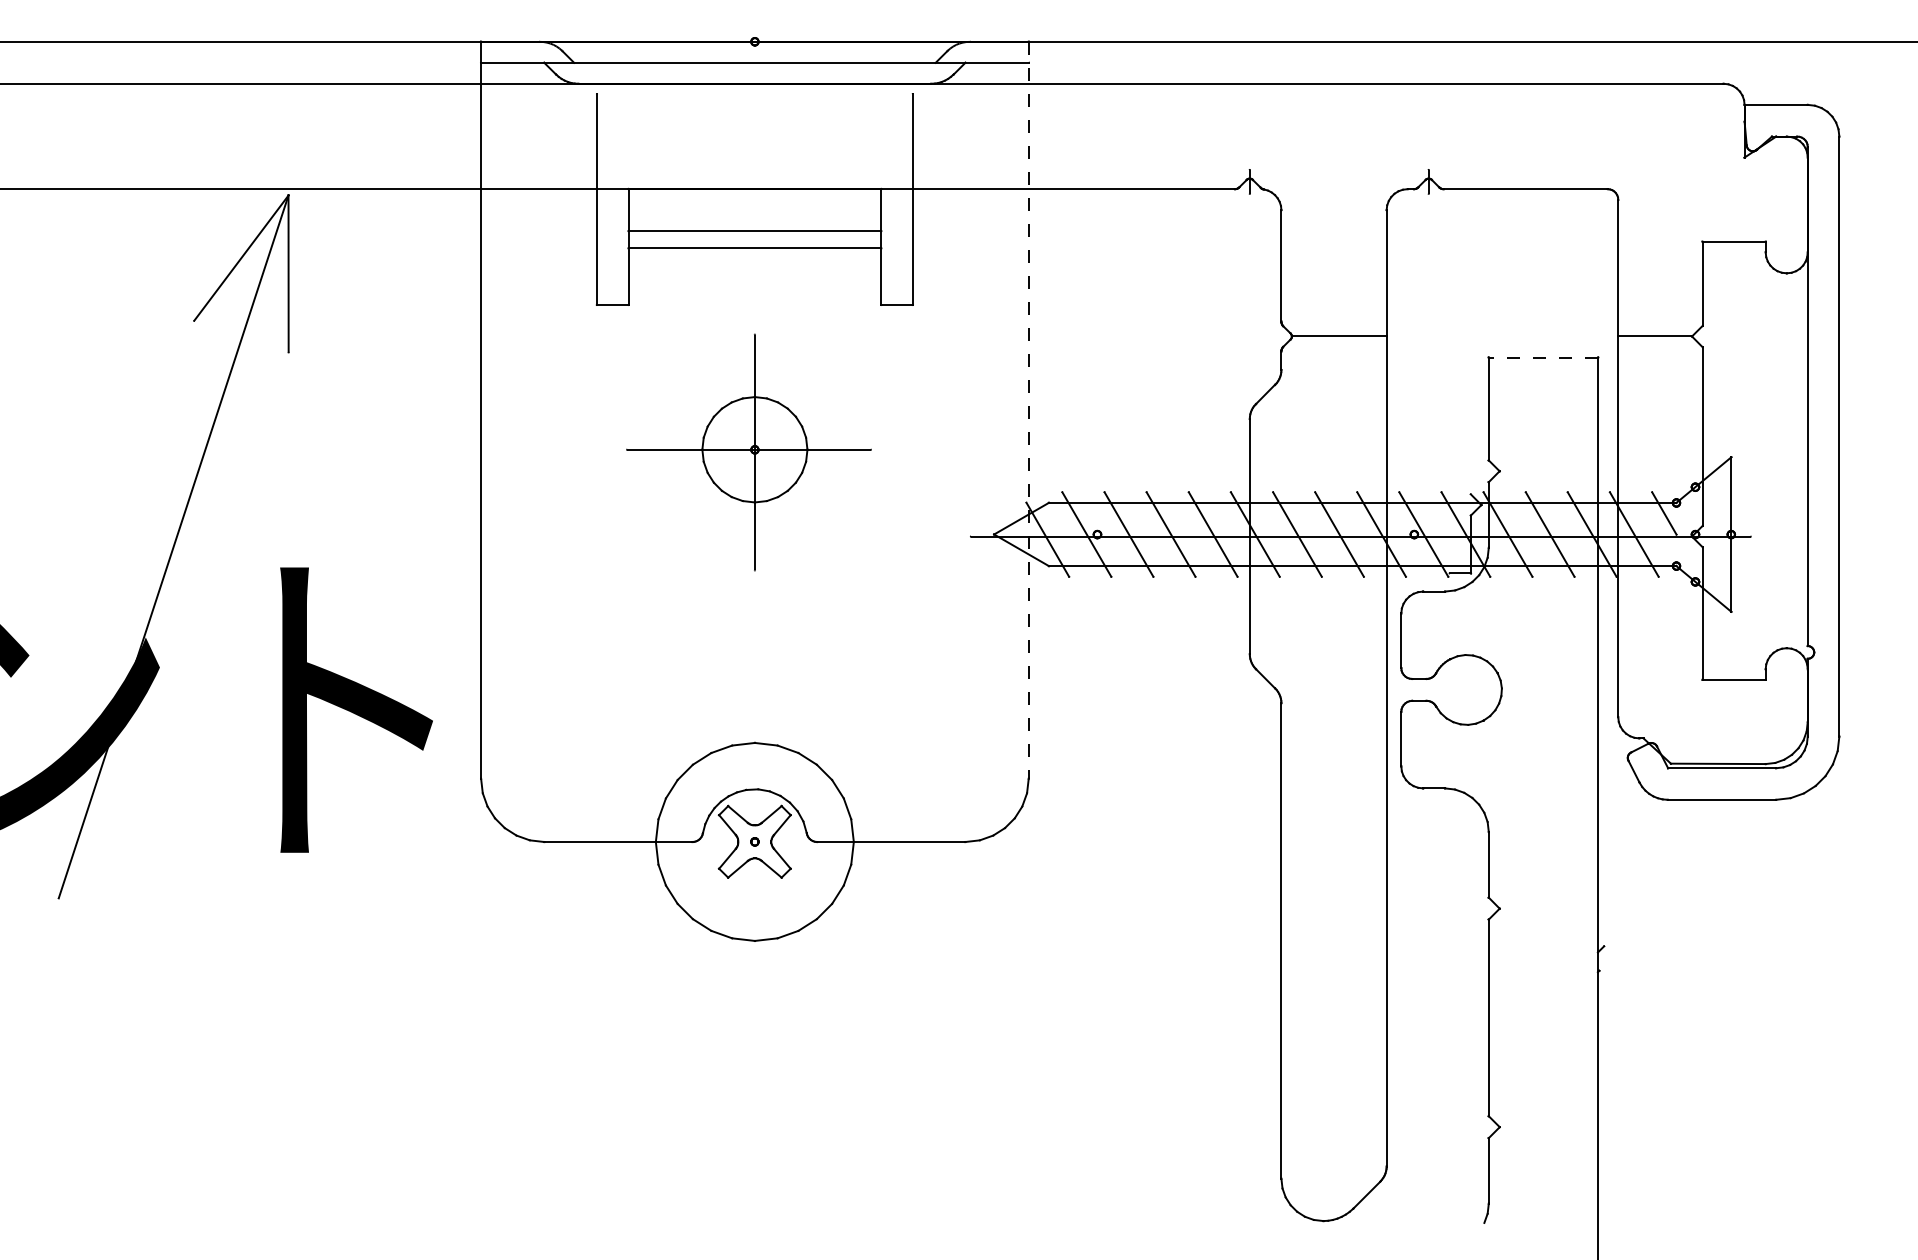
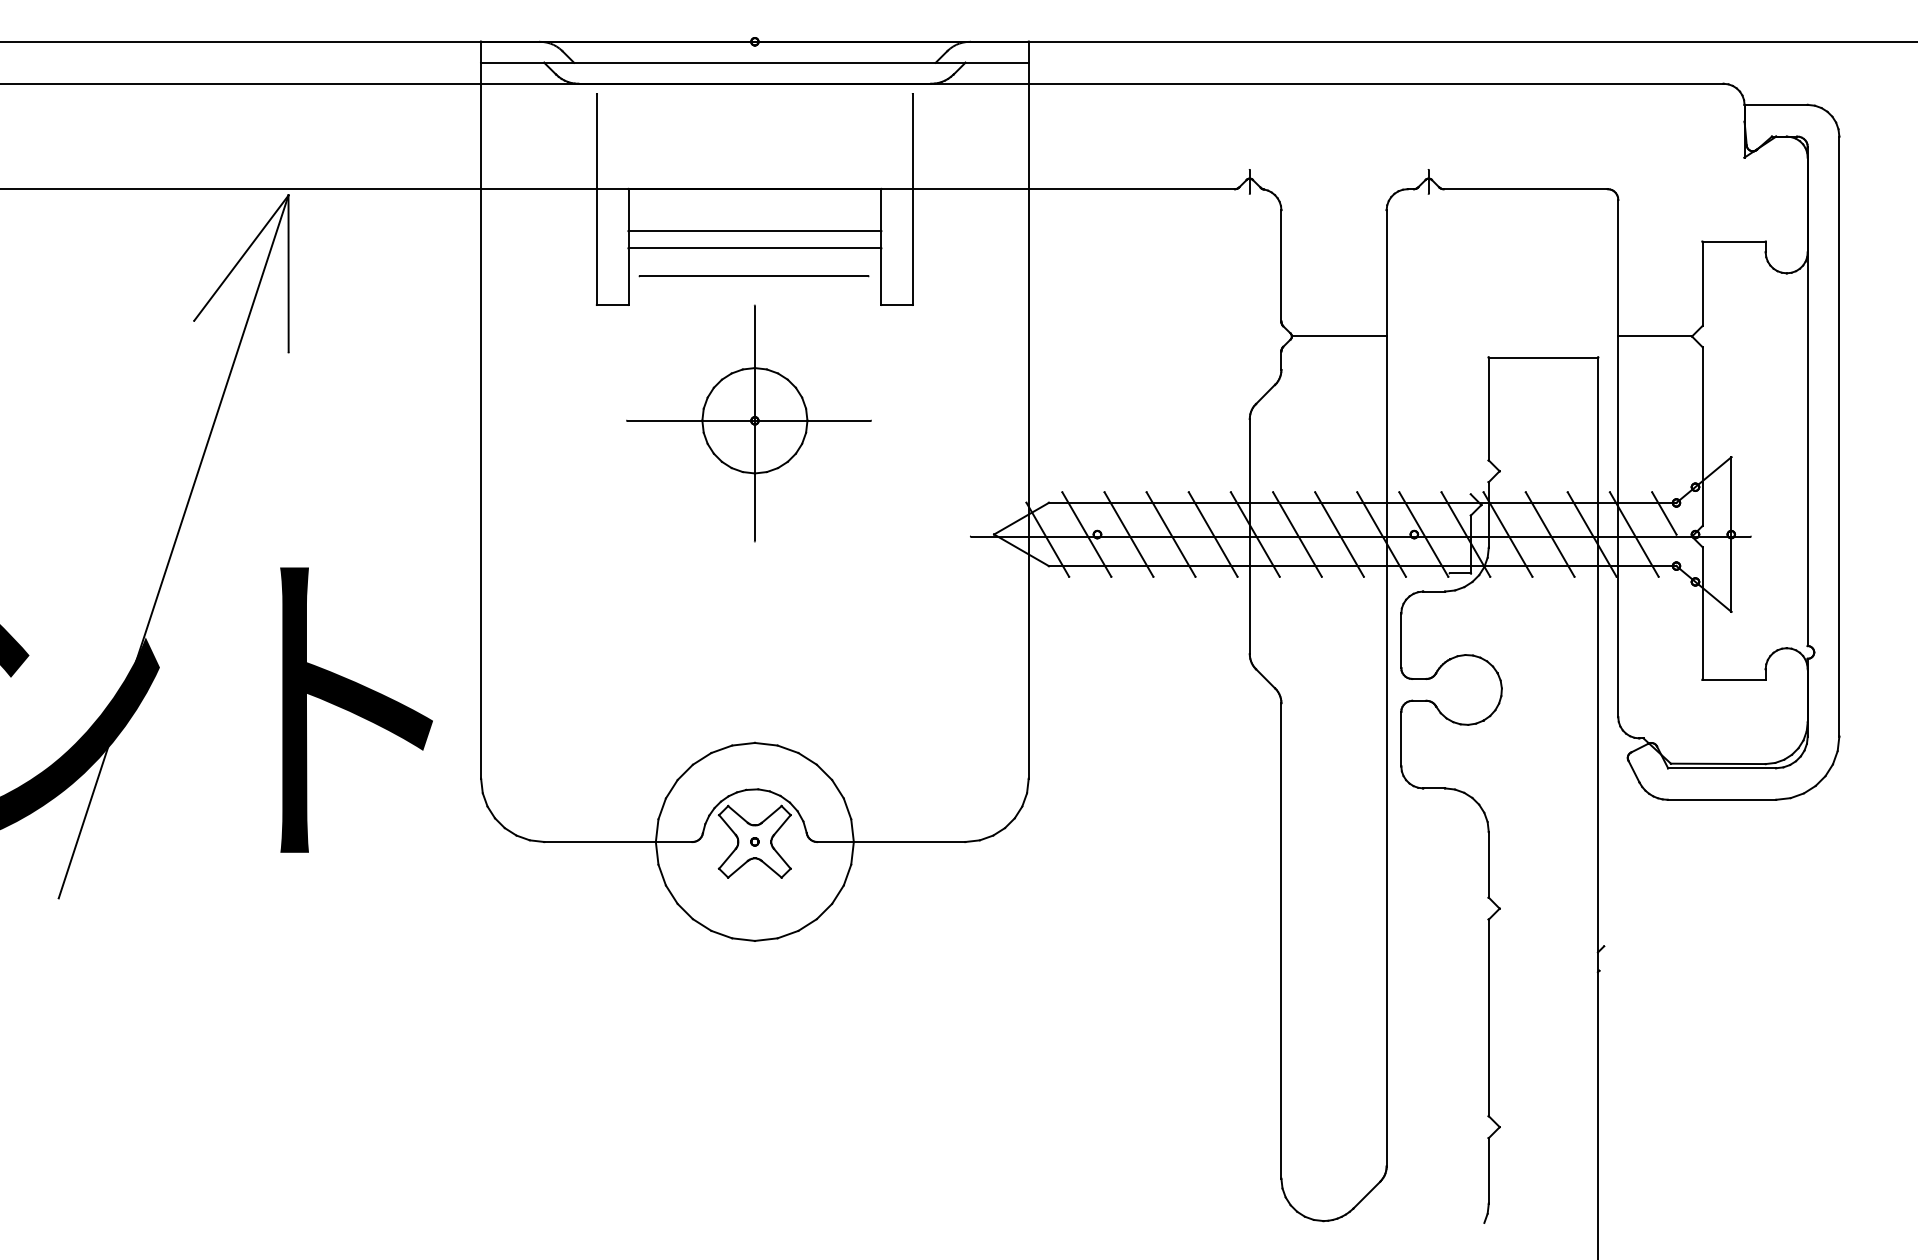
line at (753, 276): none -> present
line at (1543, 357): dashed -> solid
line at (1028, 410): dashed -> solid
part at (748, 452) position: (748, 452) -> (748, 423)
